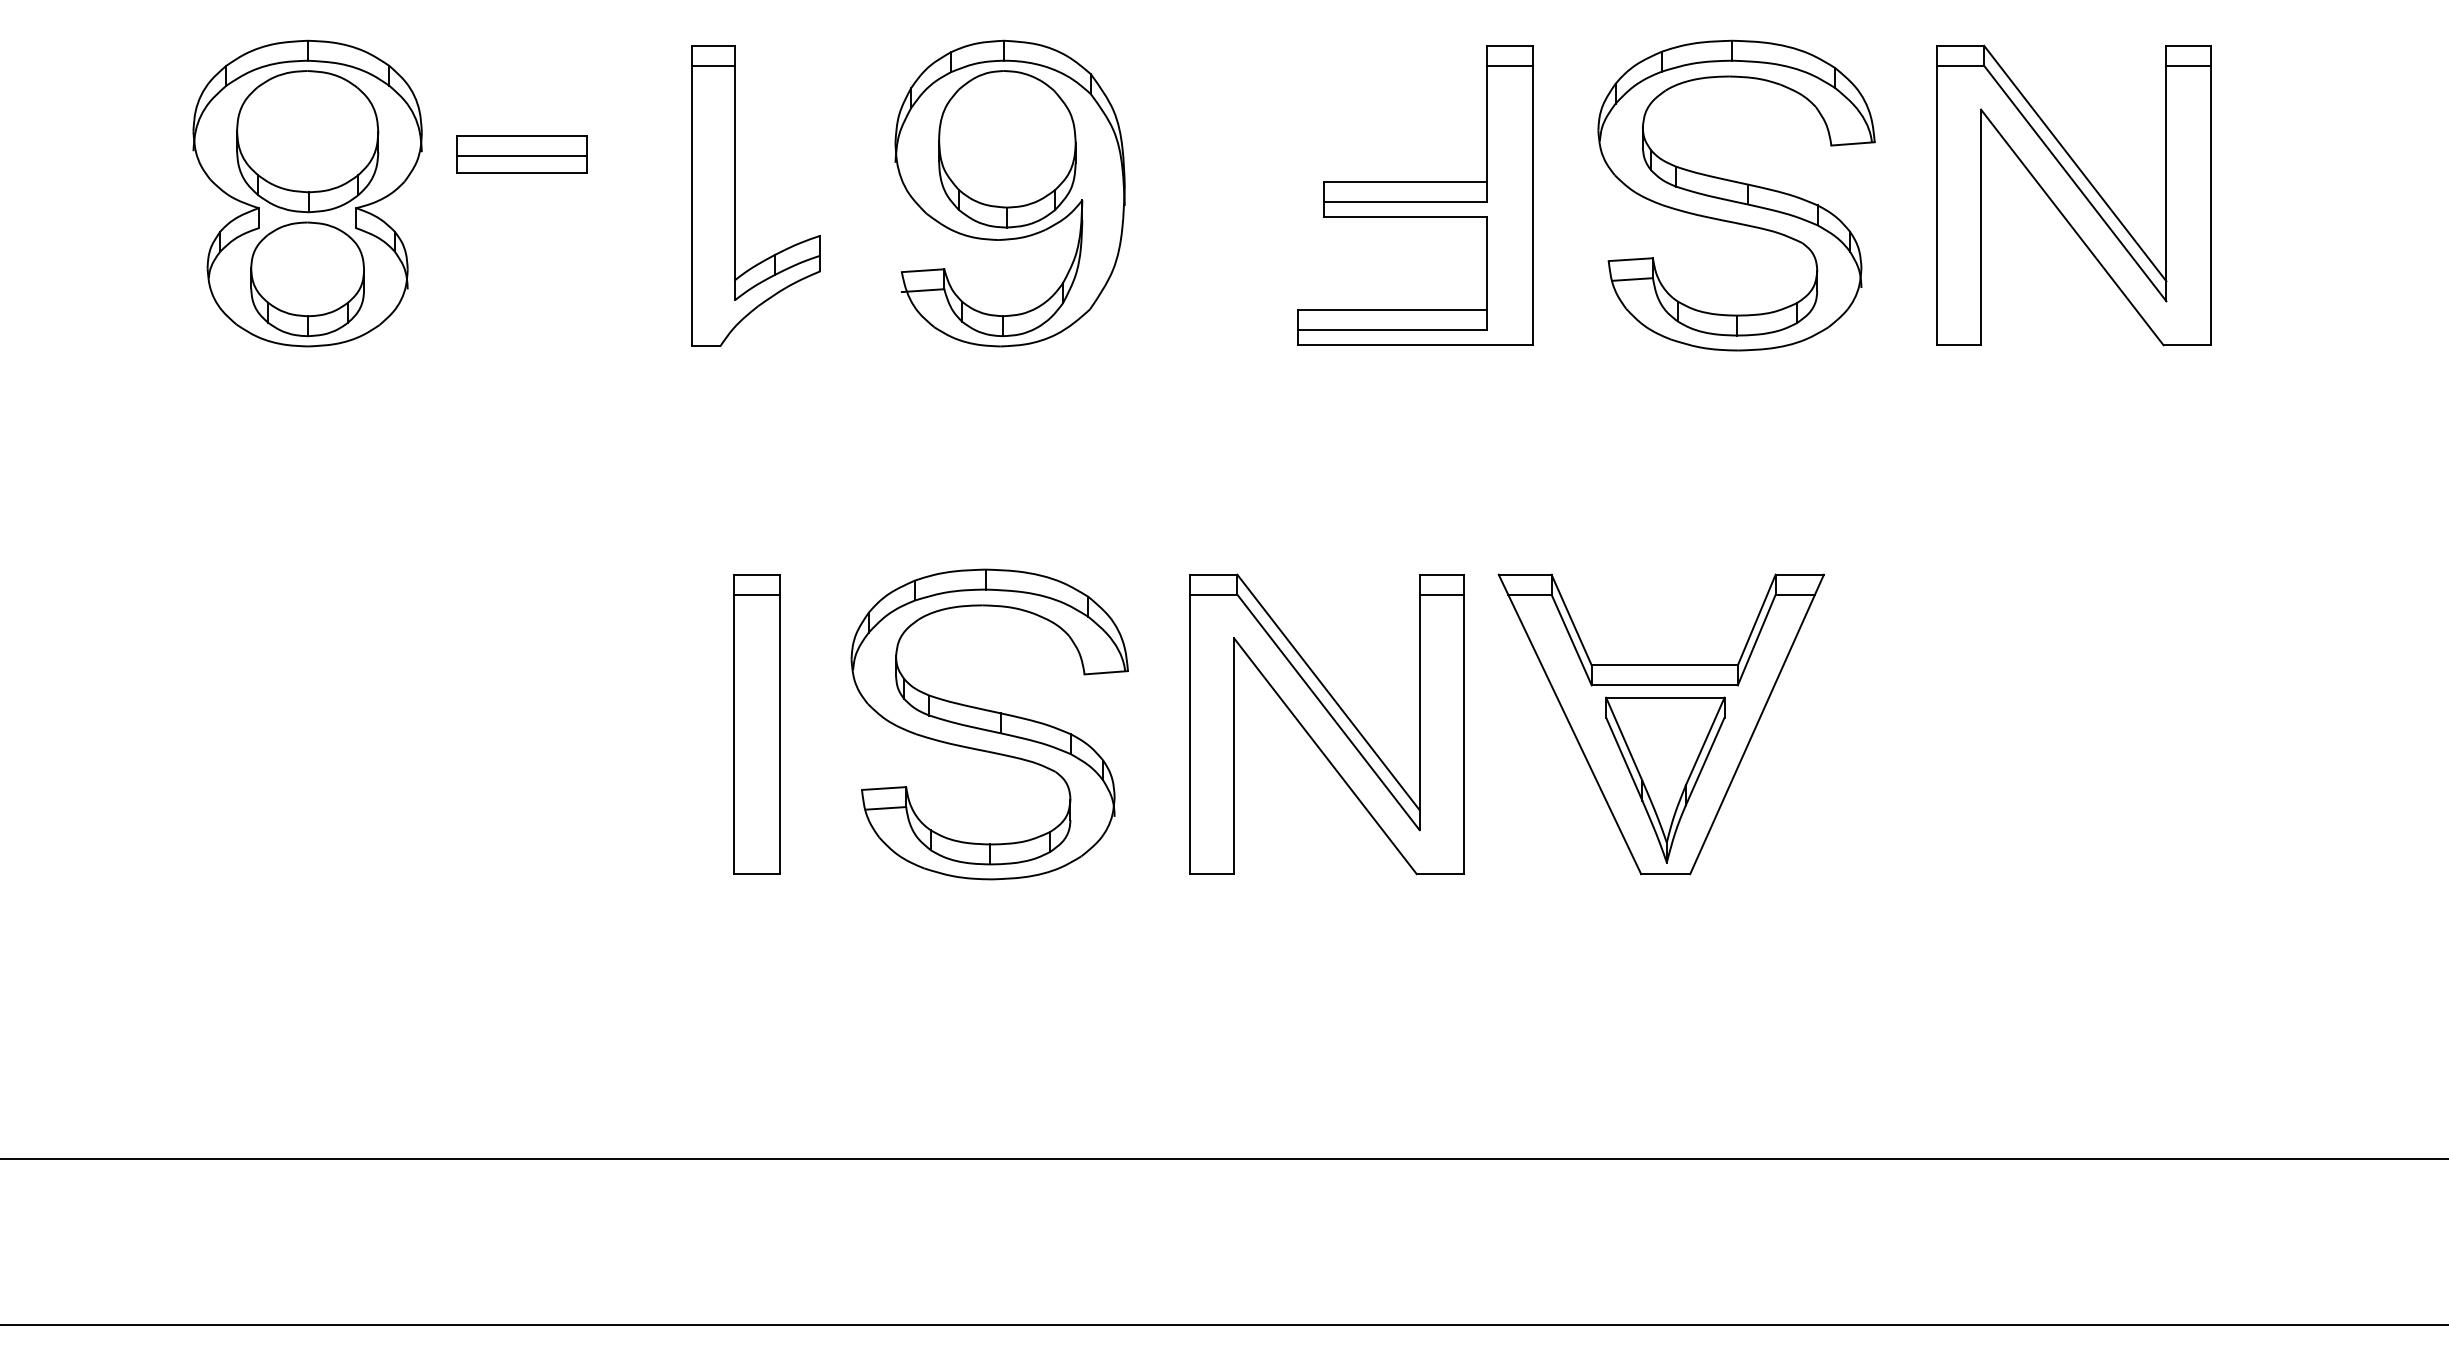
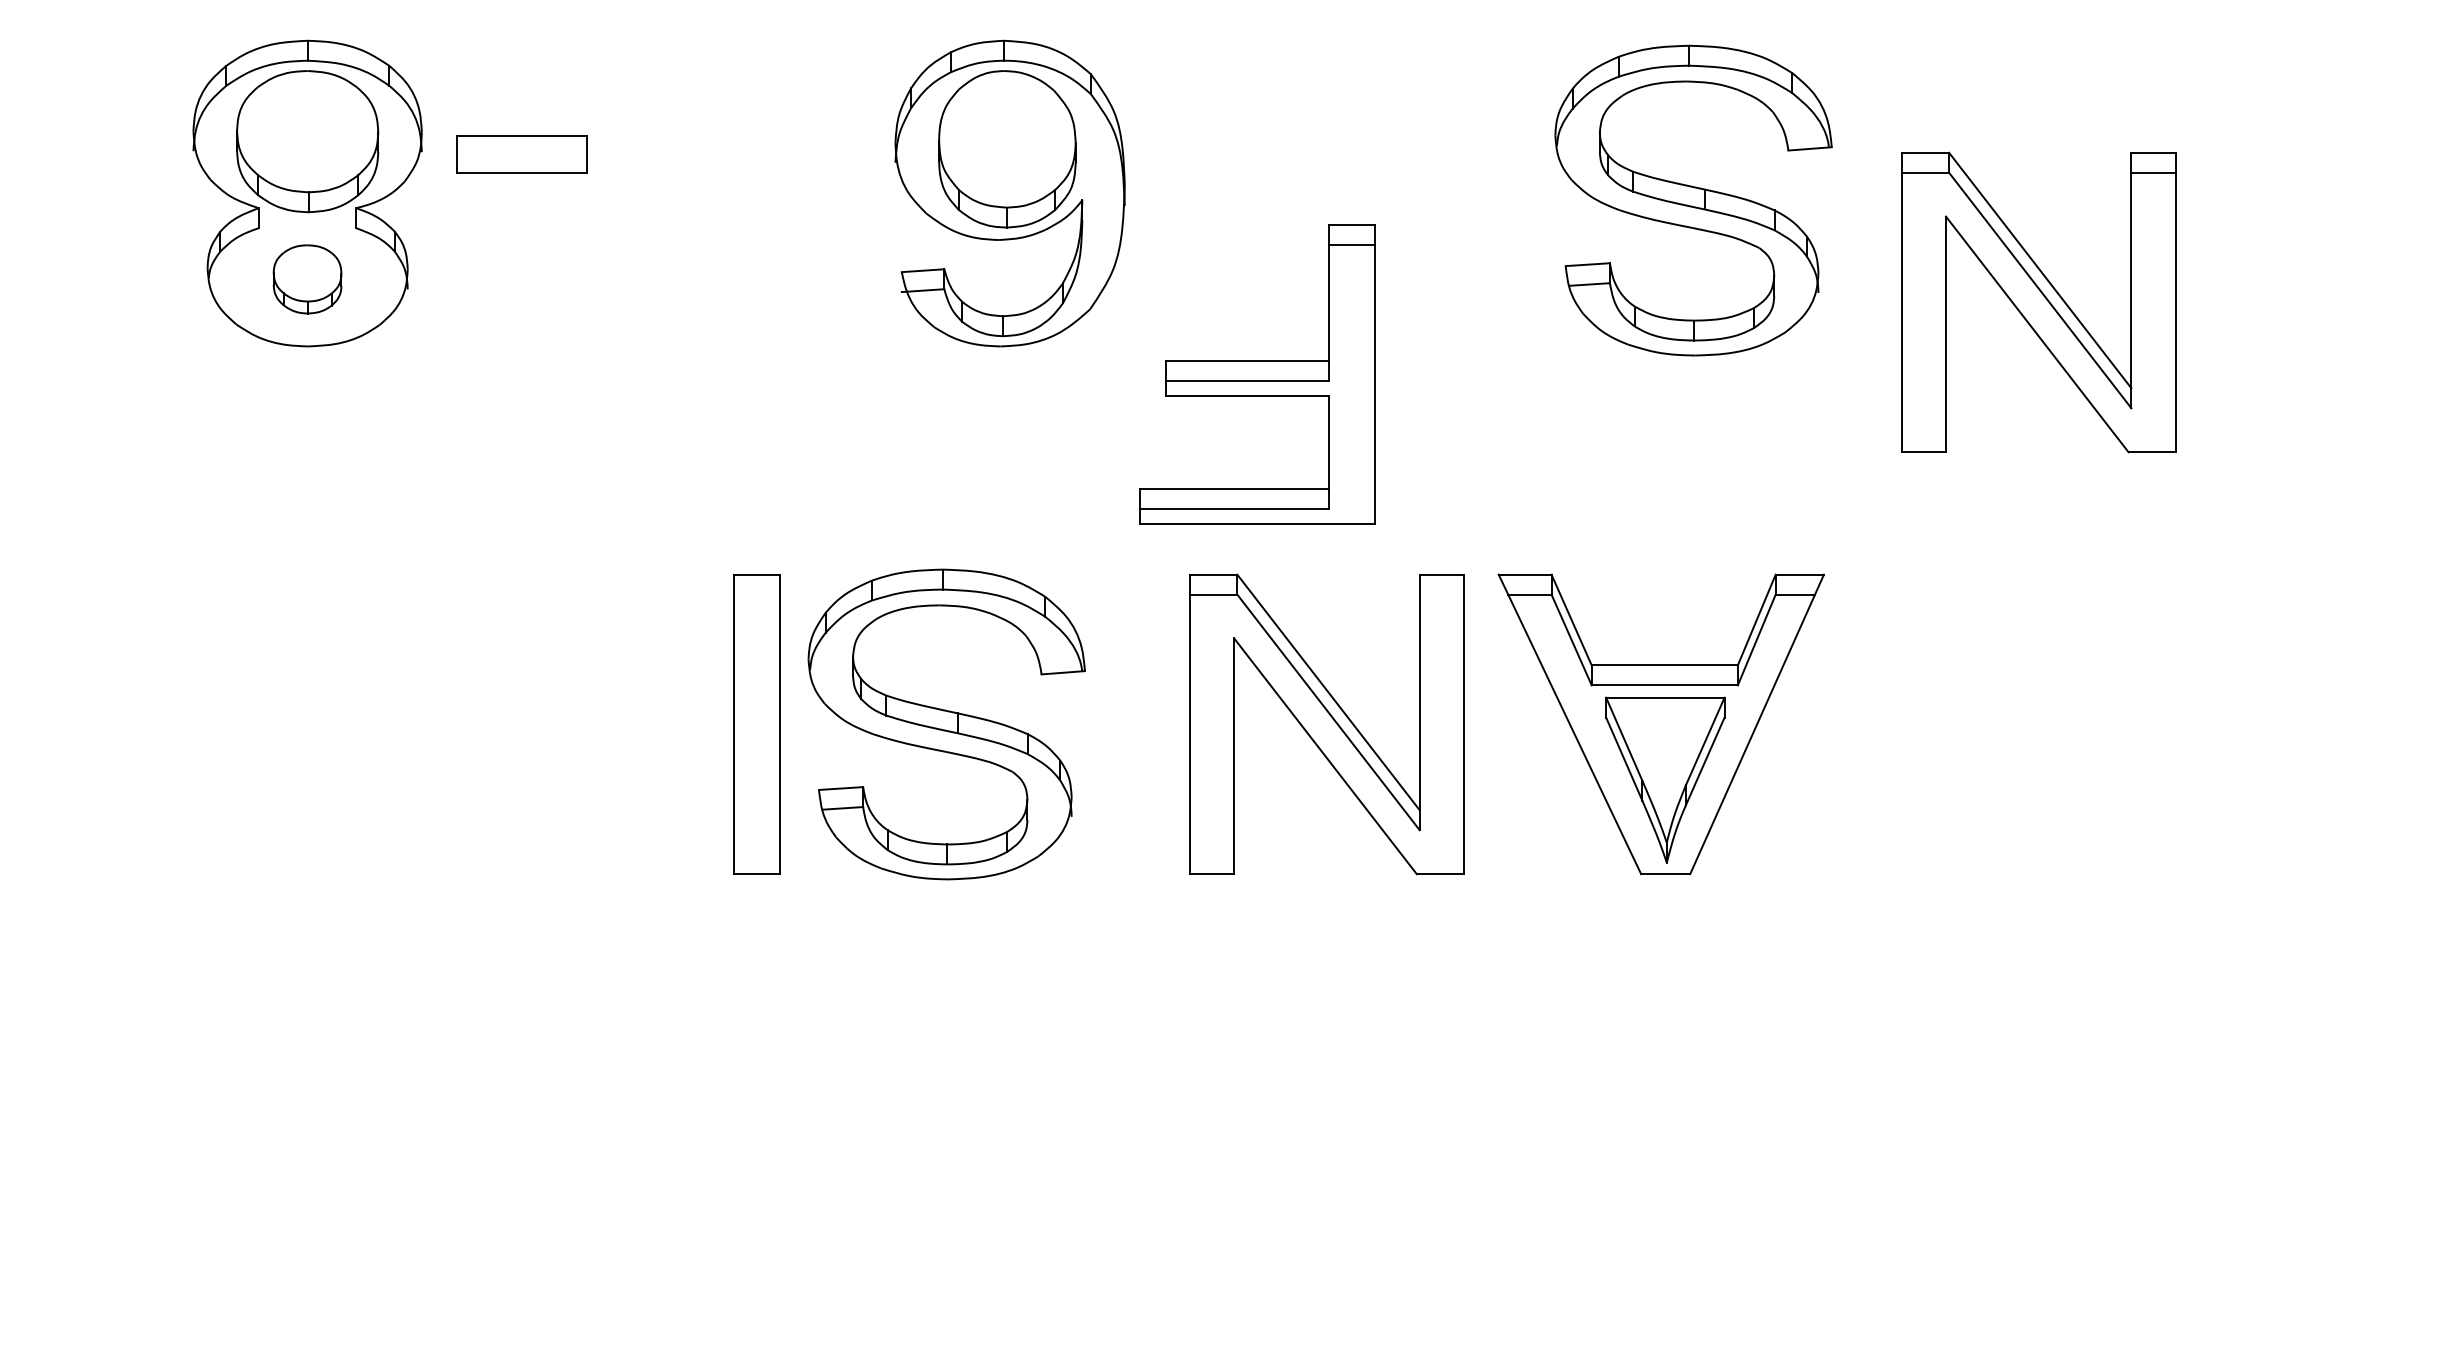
line at (521, 155): present -> none
part at (735, 195): present -> none
part at (1415, 195) position: (1415, 195) -> (1257, 374)
part at (1736, 195) position: (1736, 195) -> (1693, 200)
part at (2073, 195) position: (2073, 195) -> (2038, 302)
part at (307, 279) size: 115x117 px -> 71x71 px
line at (757, 594): present -> none
line at (1441, 594): present -> none
part at (989, 724) position: (989, 724) -> (946, 724)
line at (1223, 1158): present -> none
line at (1223, 1325): present -> none
